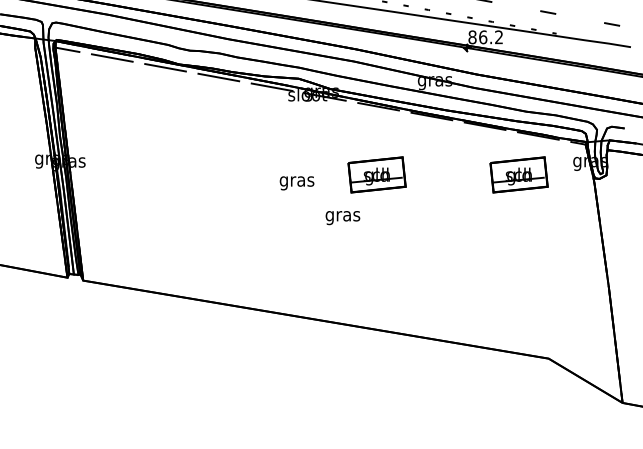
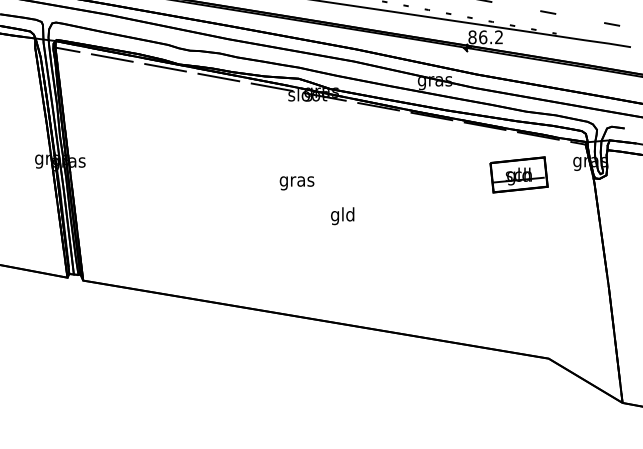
part at (376, 174): present -> none
text at (342, 216): gras -> gld
